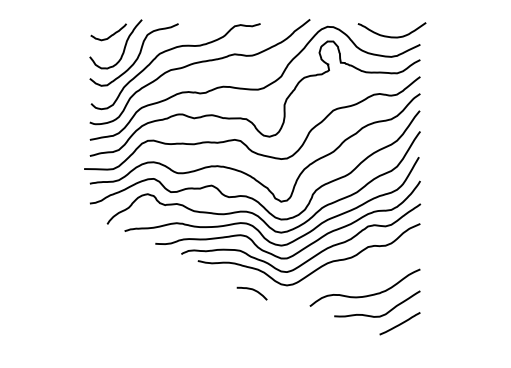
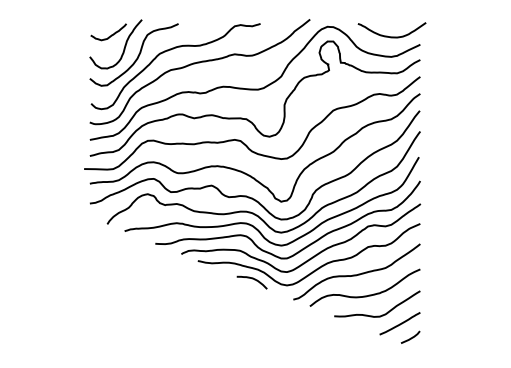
curve at (358, 273): none -> present
curve at (252, 290) position: (252, 290) -> (252, 279)
curve at (410, 337): none -> present
